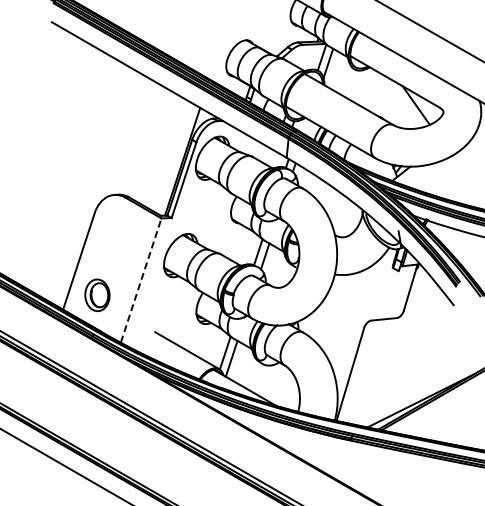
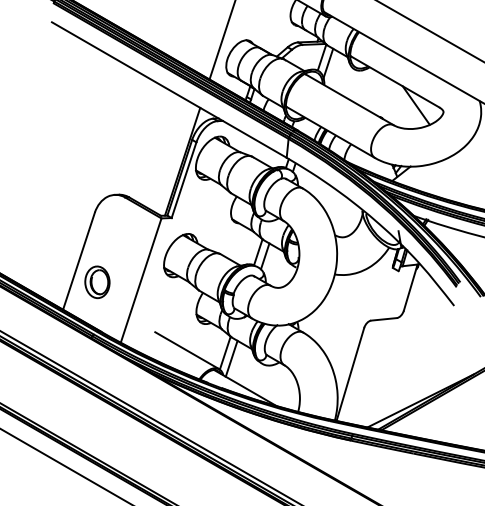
line at (221, 40): none -> present
line at (141, 279): dashed -> solid
part at (97, 295) position: (97, 295) -> (97, 282)
